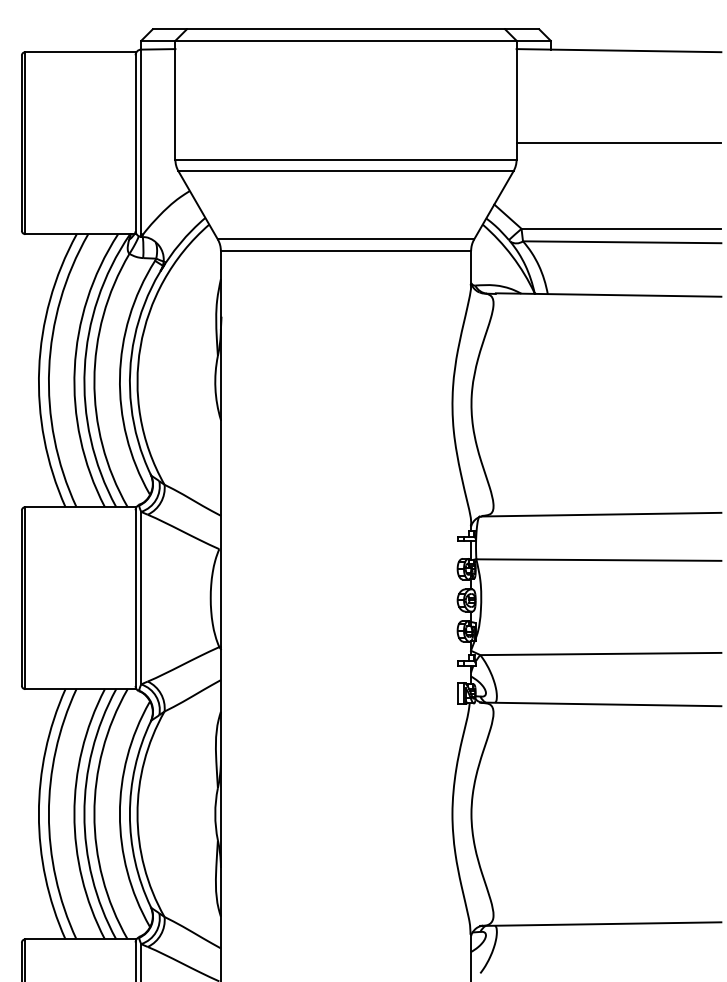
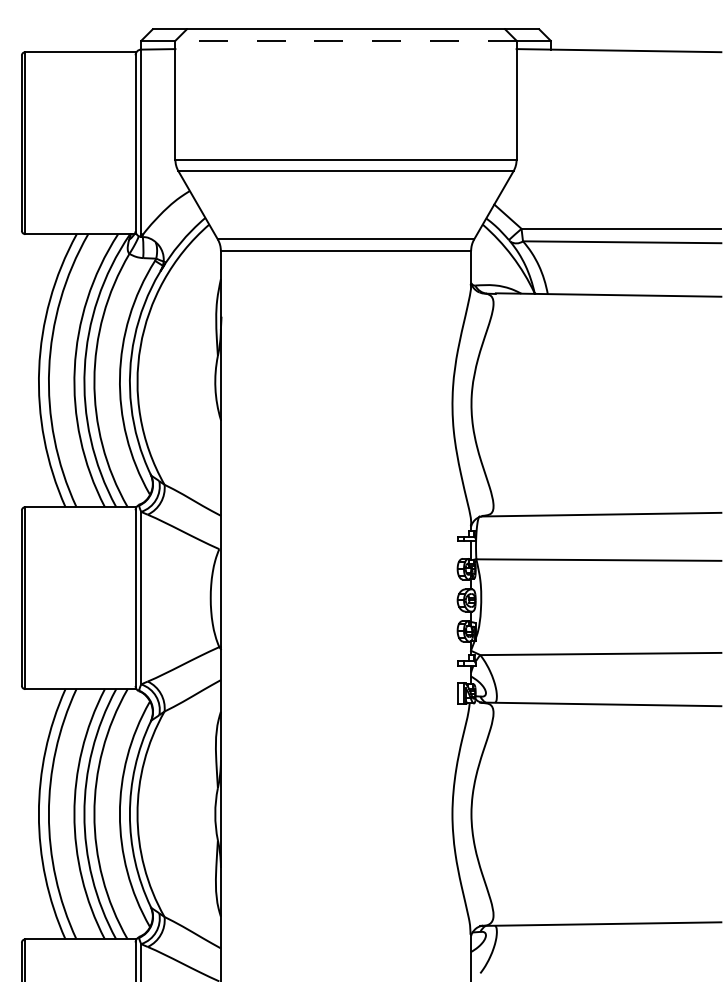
line at (346, 40): solid -> dashed
line at (618, 143): present -> none
